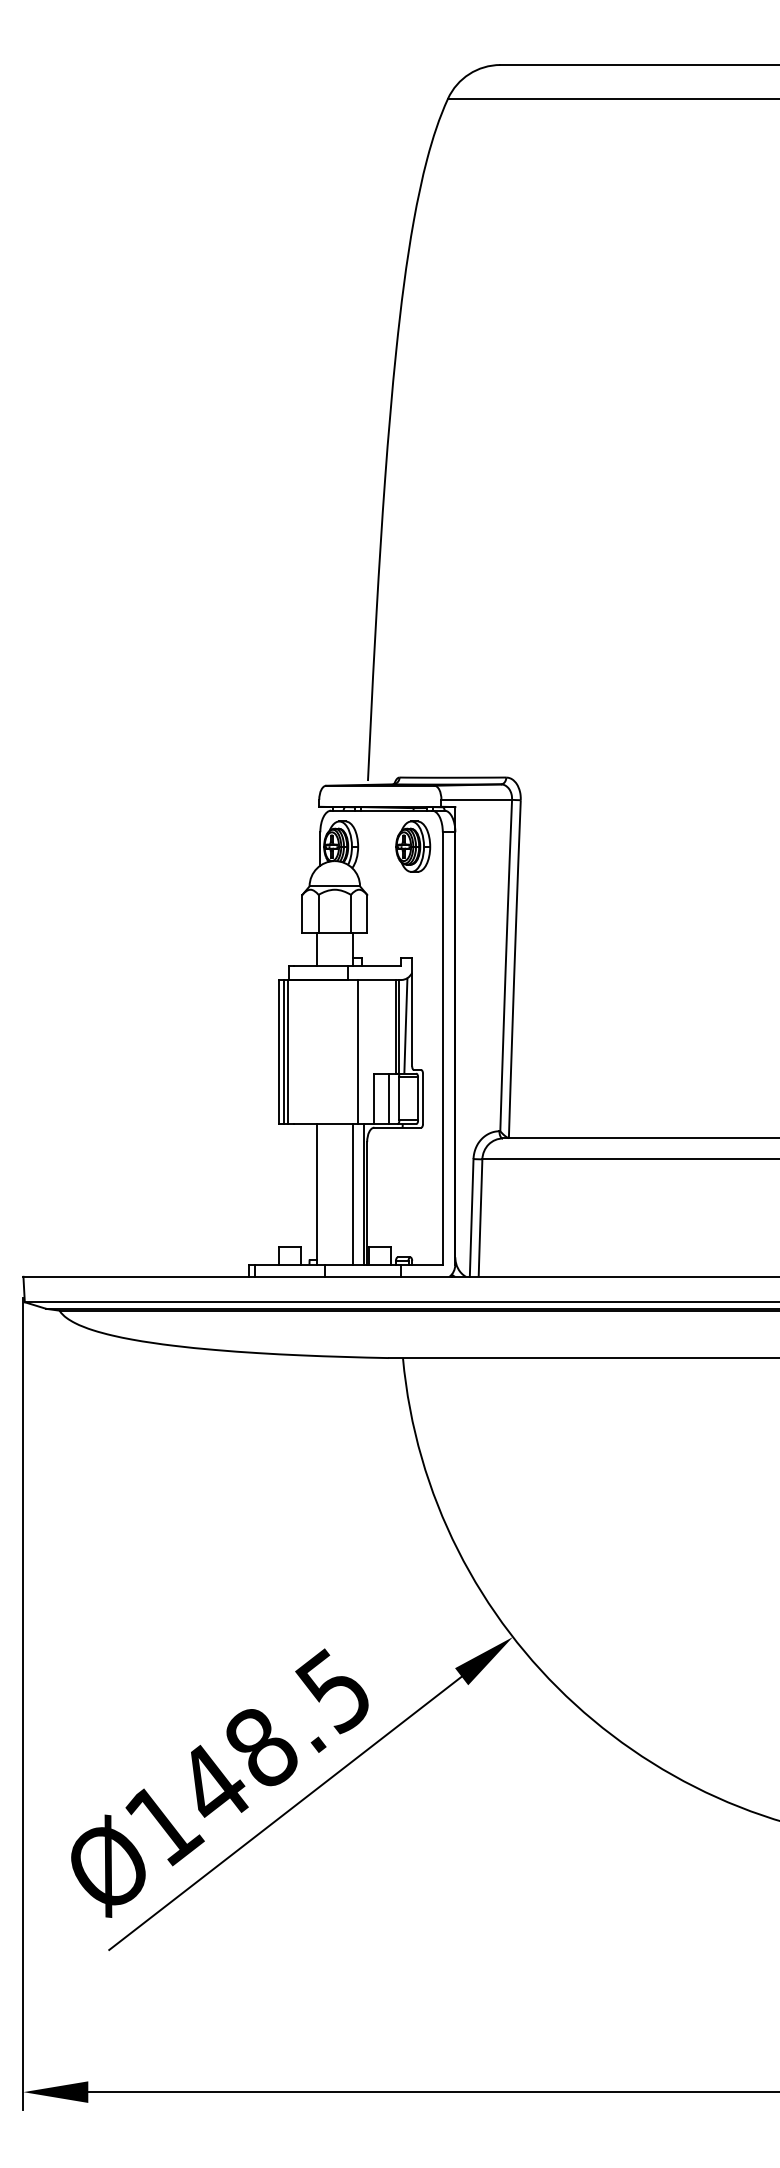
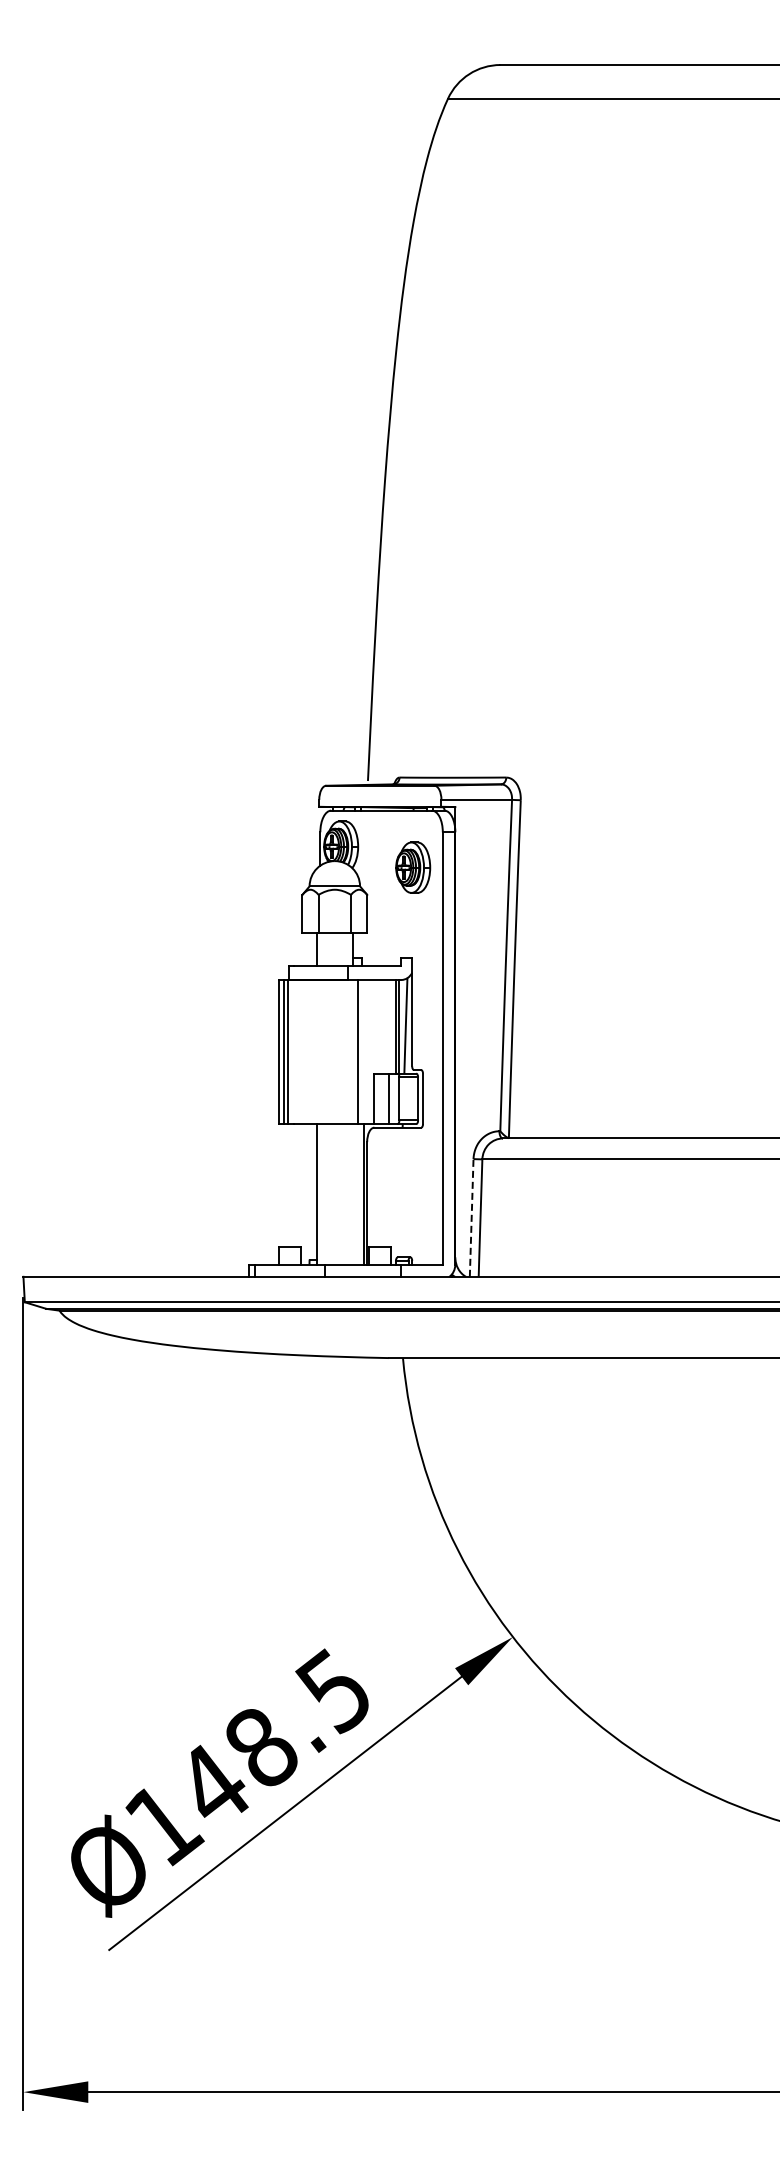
part at (413, 846) position: (413, 846) -> (413, 867)
line at (352, 1194): present -> none
line at (471, 1217): solid -> dashed
